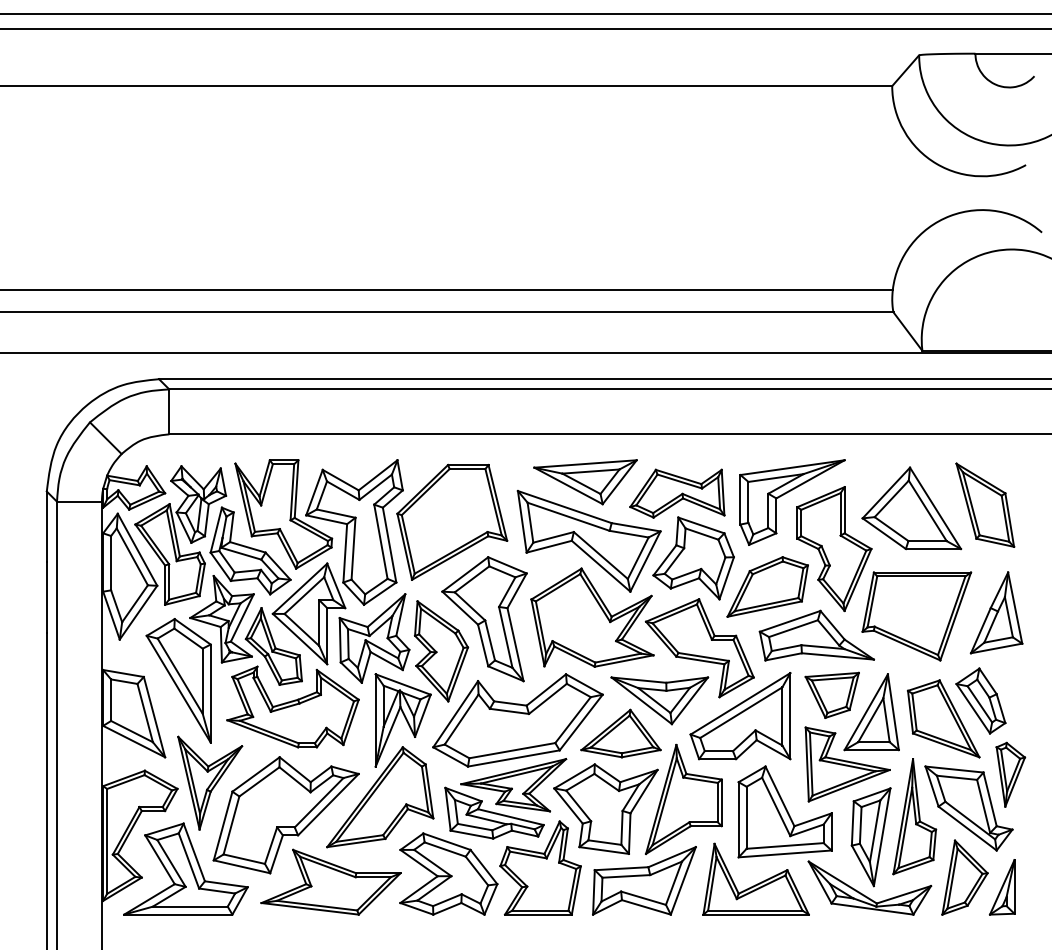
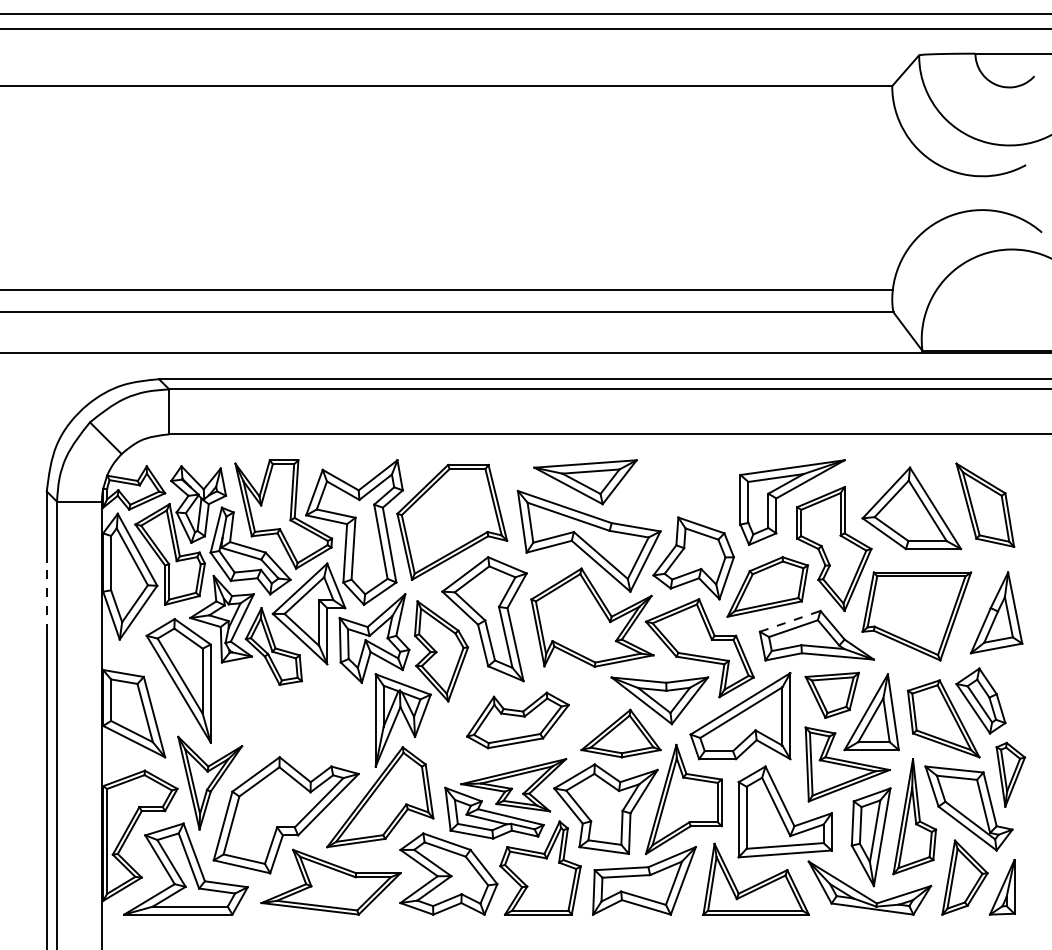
part at (677, 493): present -> none
line at (46, 597): solid -> dashed
line at (790, 621): solid -> dashed
part at (292, 706): present -> none
part at (517, 720) size: 172x95 px -> 104x59 px
